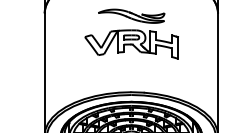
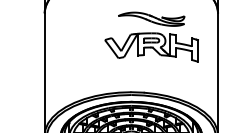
part at (131, 33) position: (131, 33) -> (151, 36)
